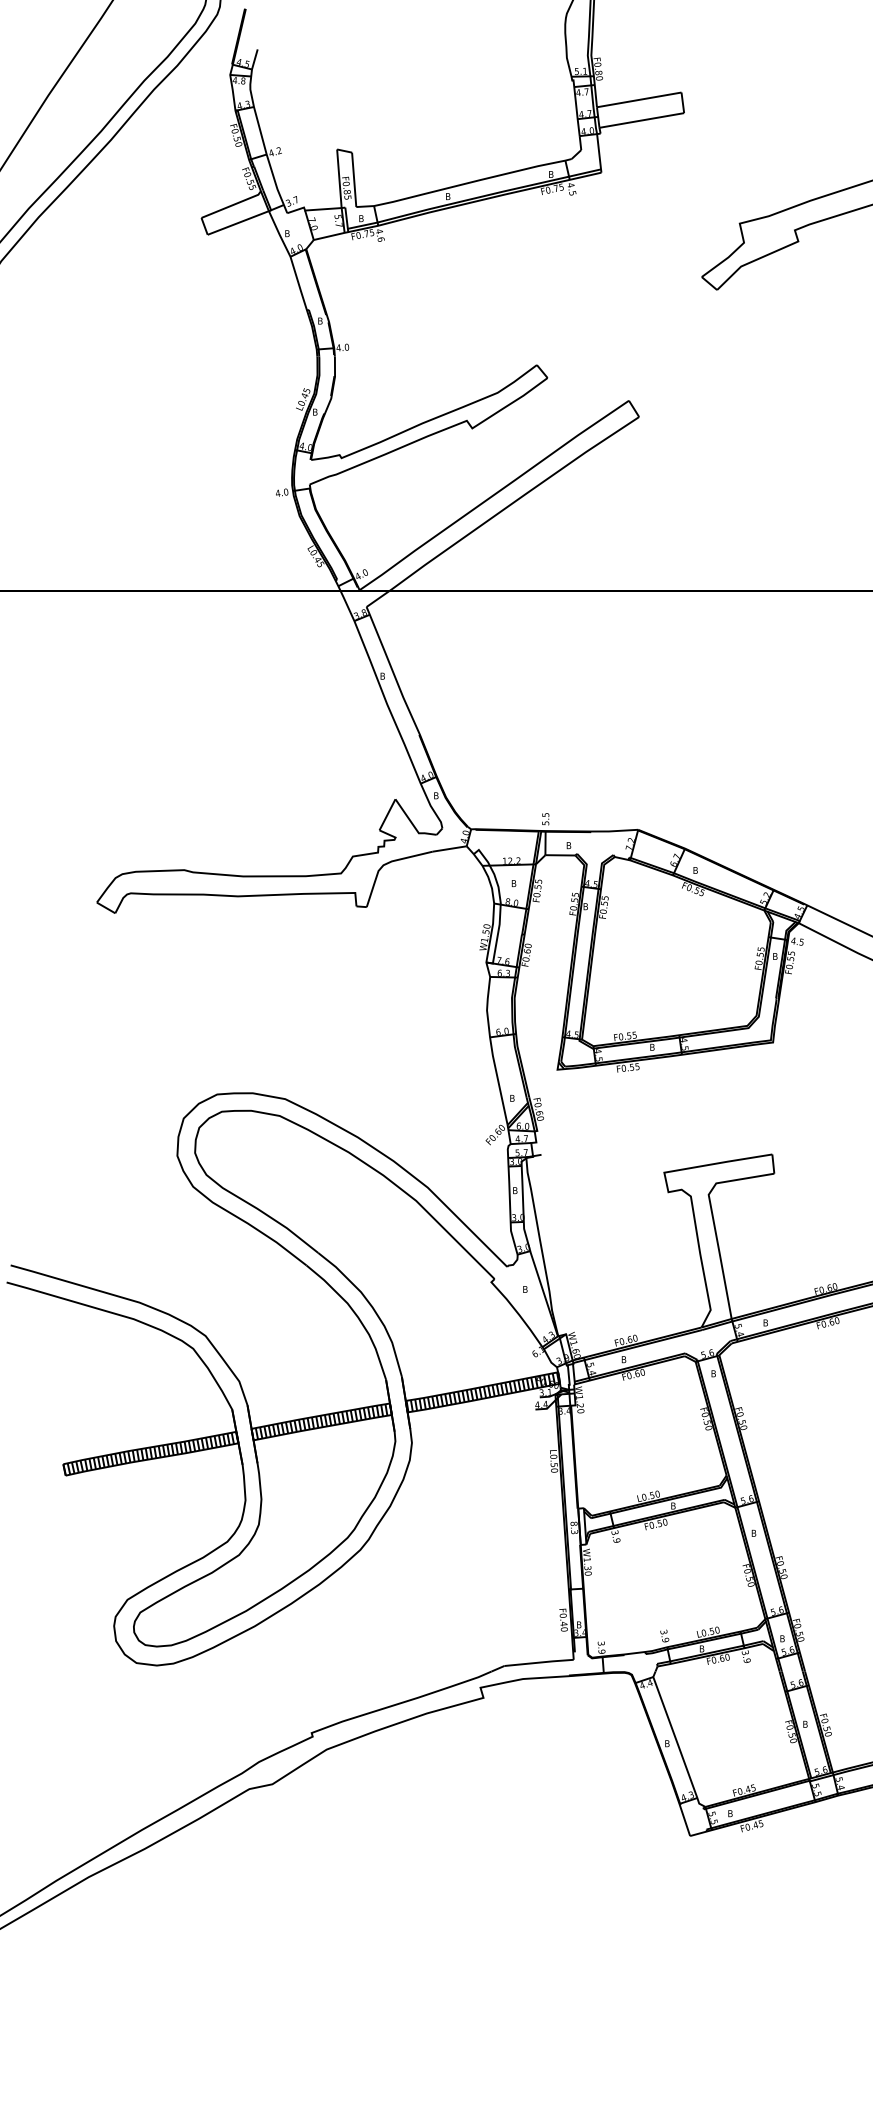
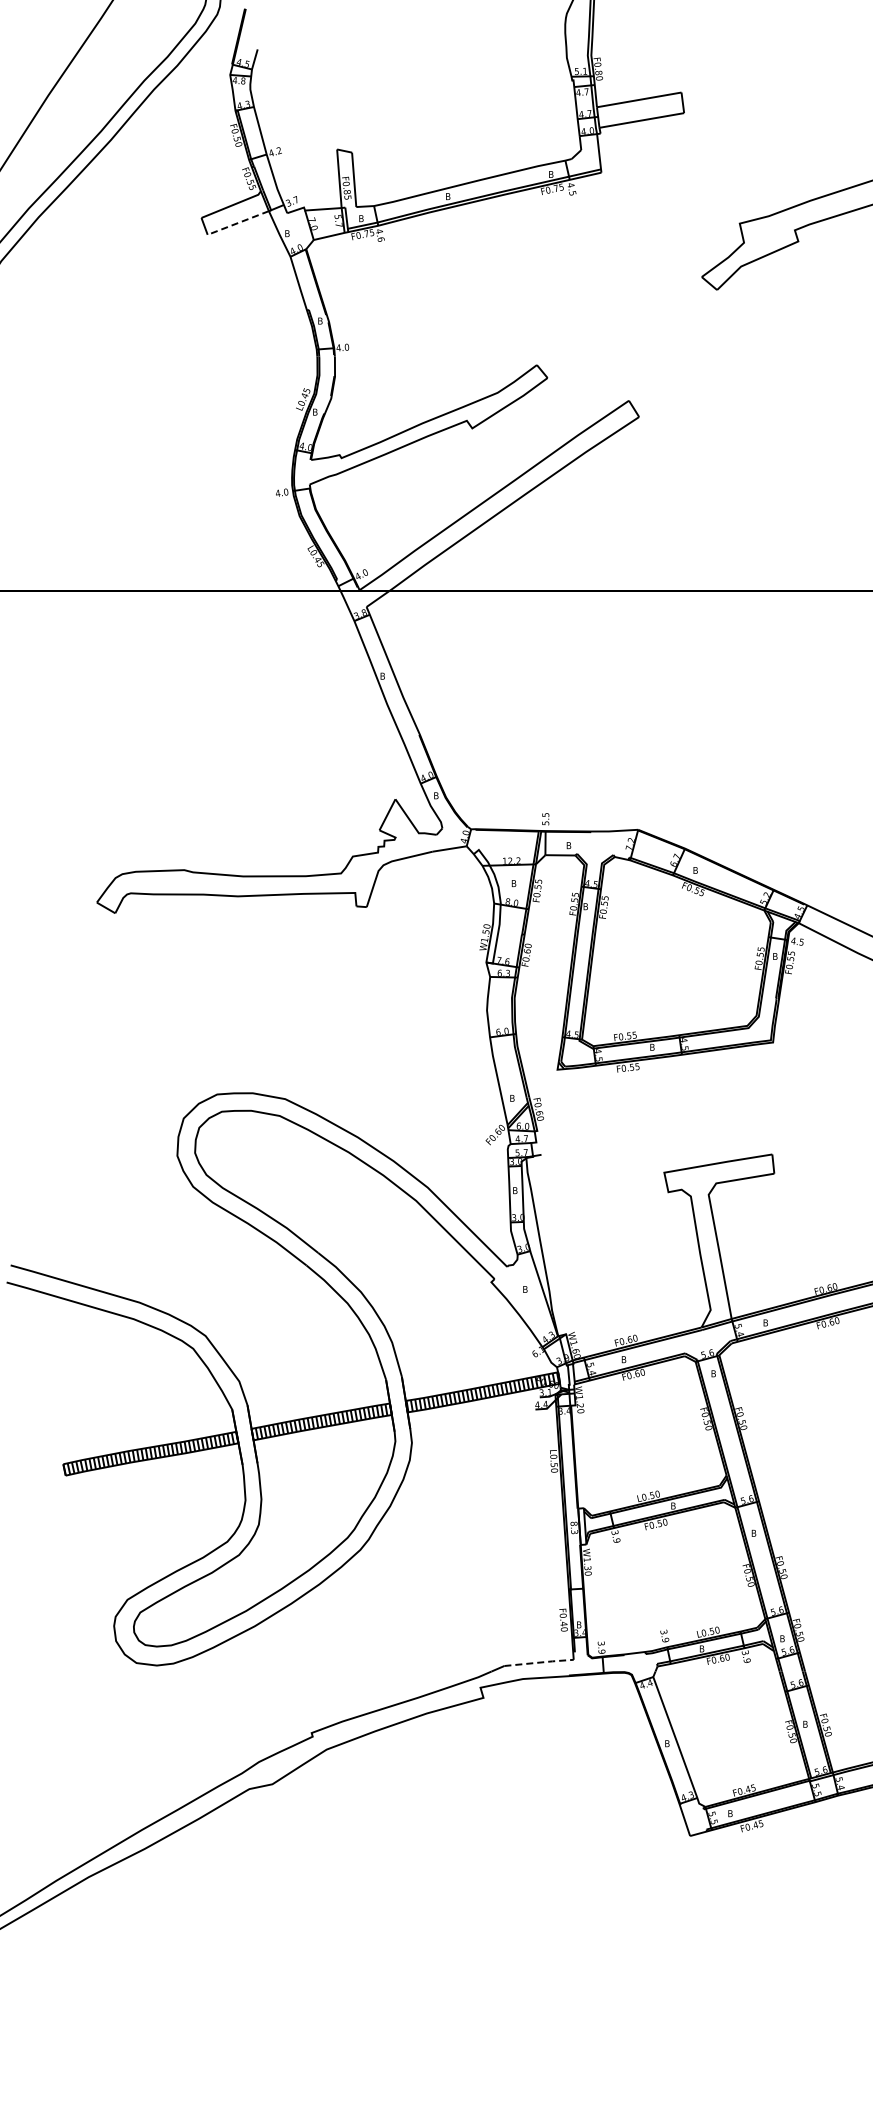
line at (238, 223): solid -> dashed
line at (539, 1662): solid -> dashed
